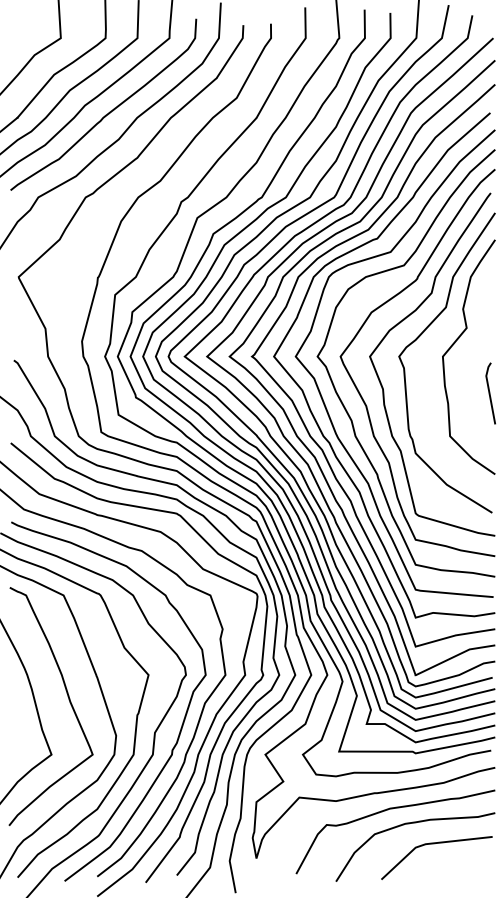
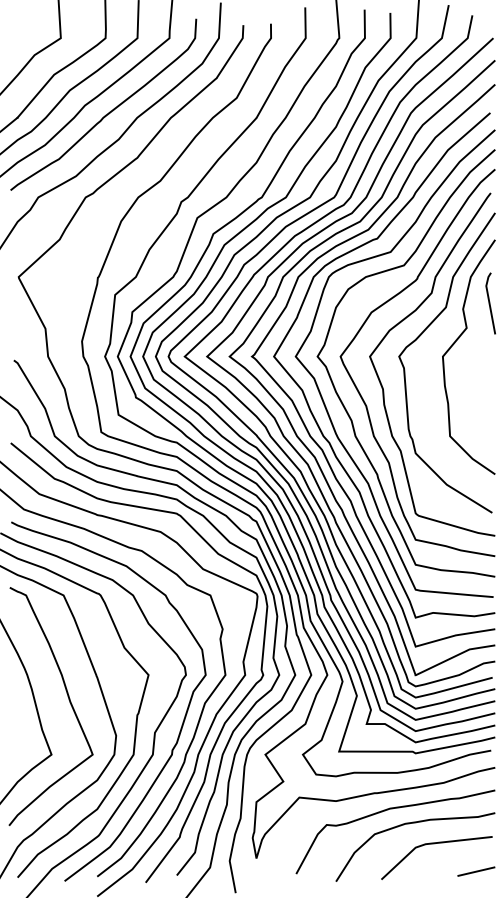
line at (490, 393) position: (490, 393) -> (490, 303)
line at (476, 871): none -> present
